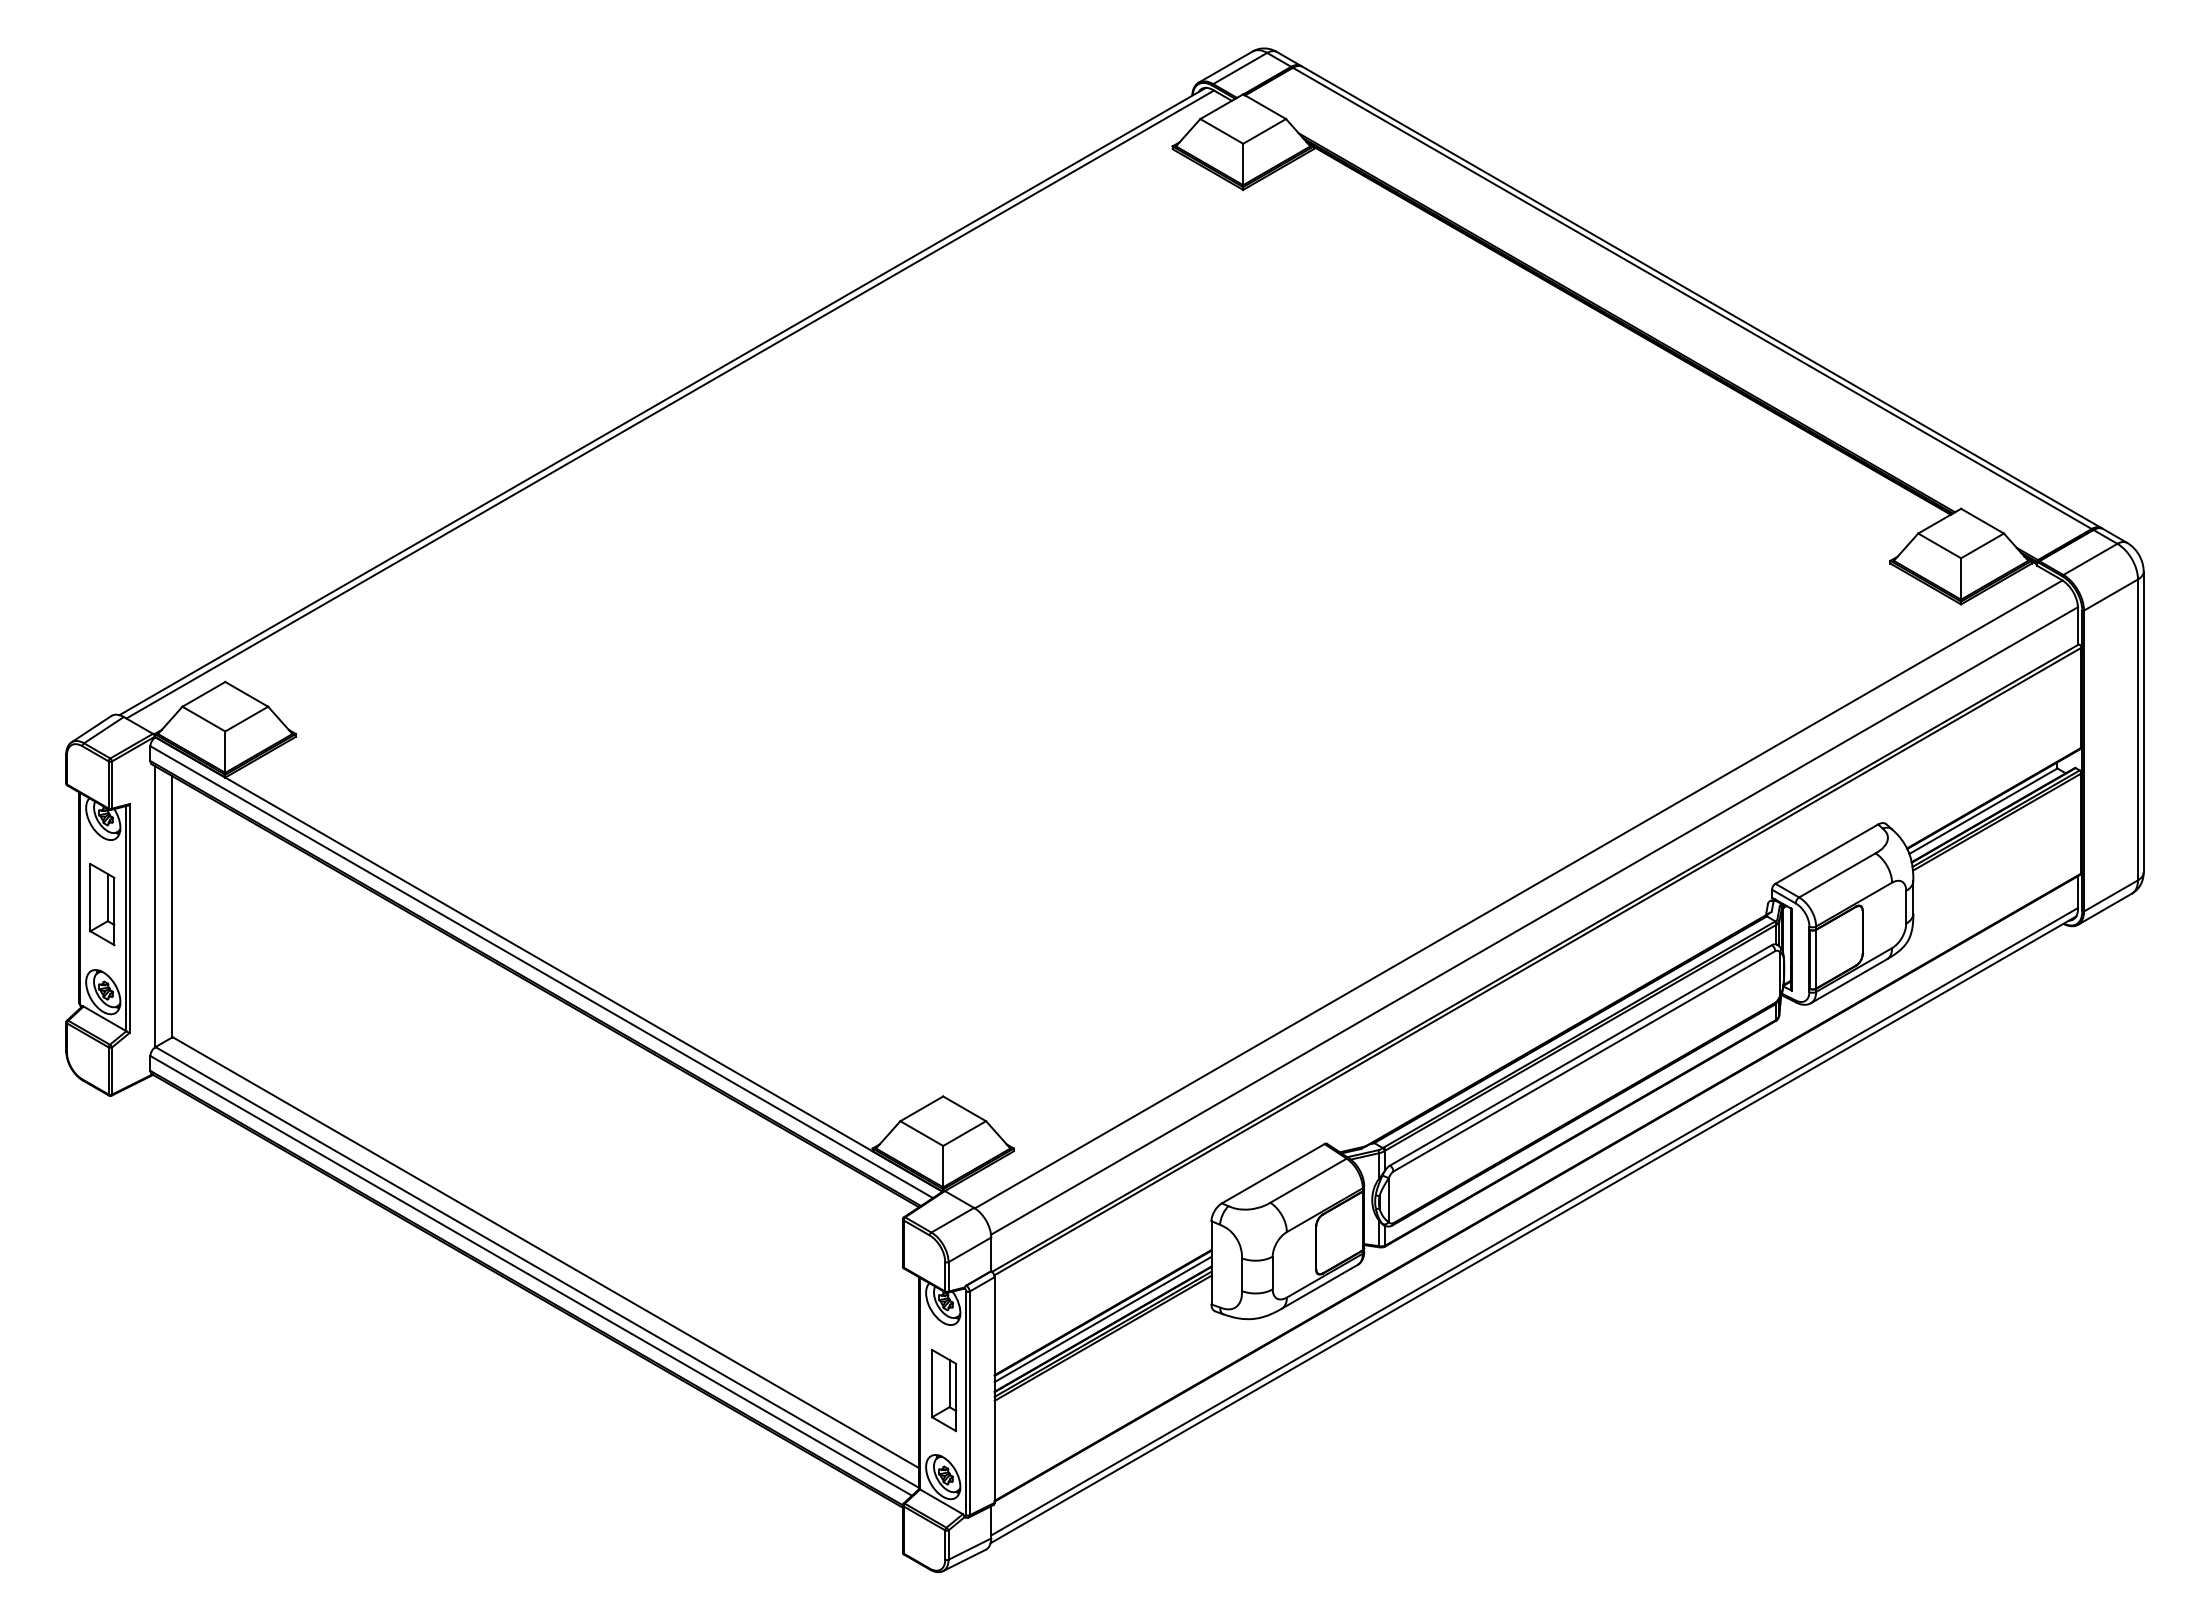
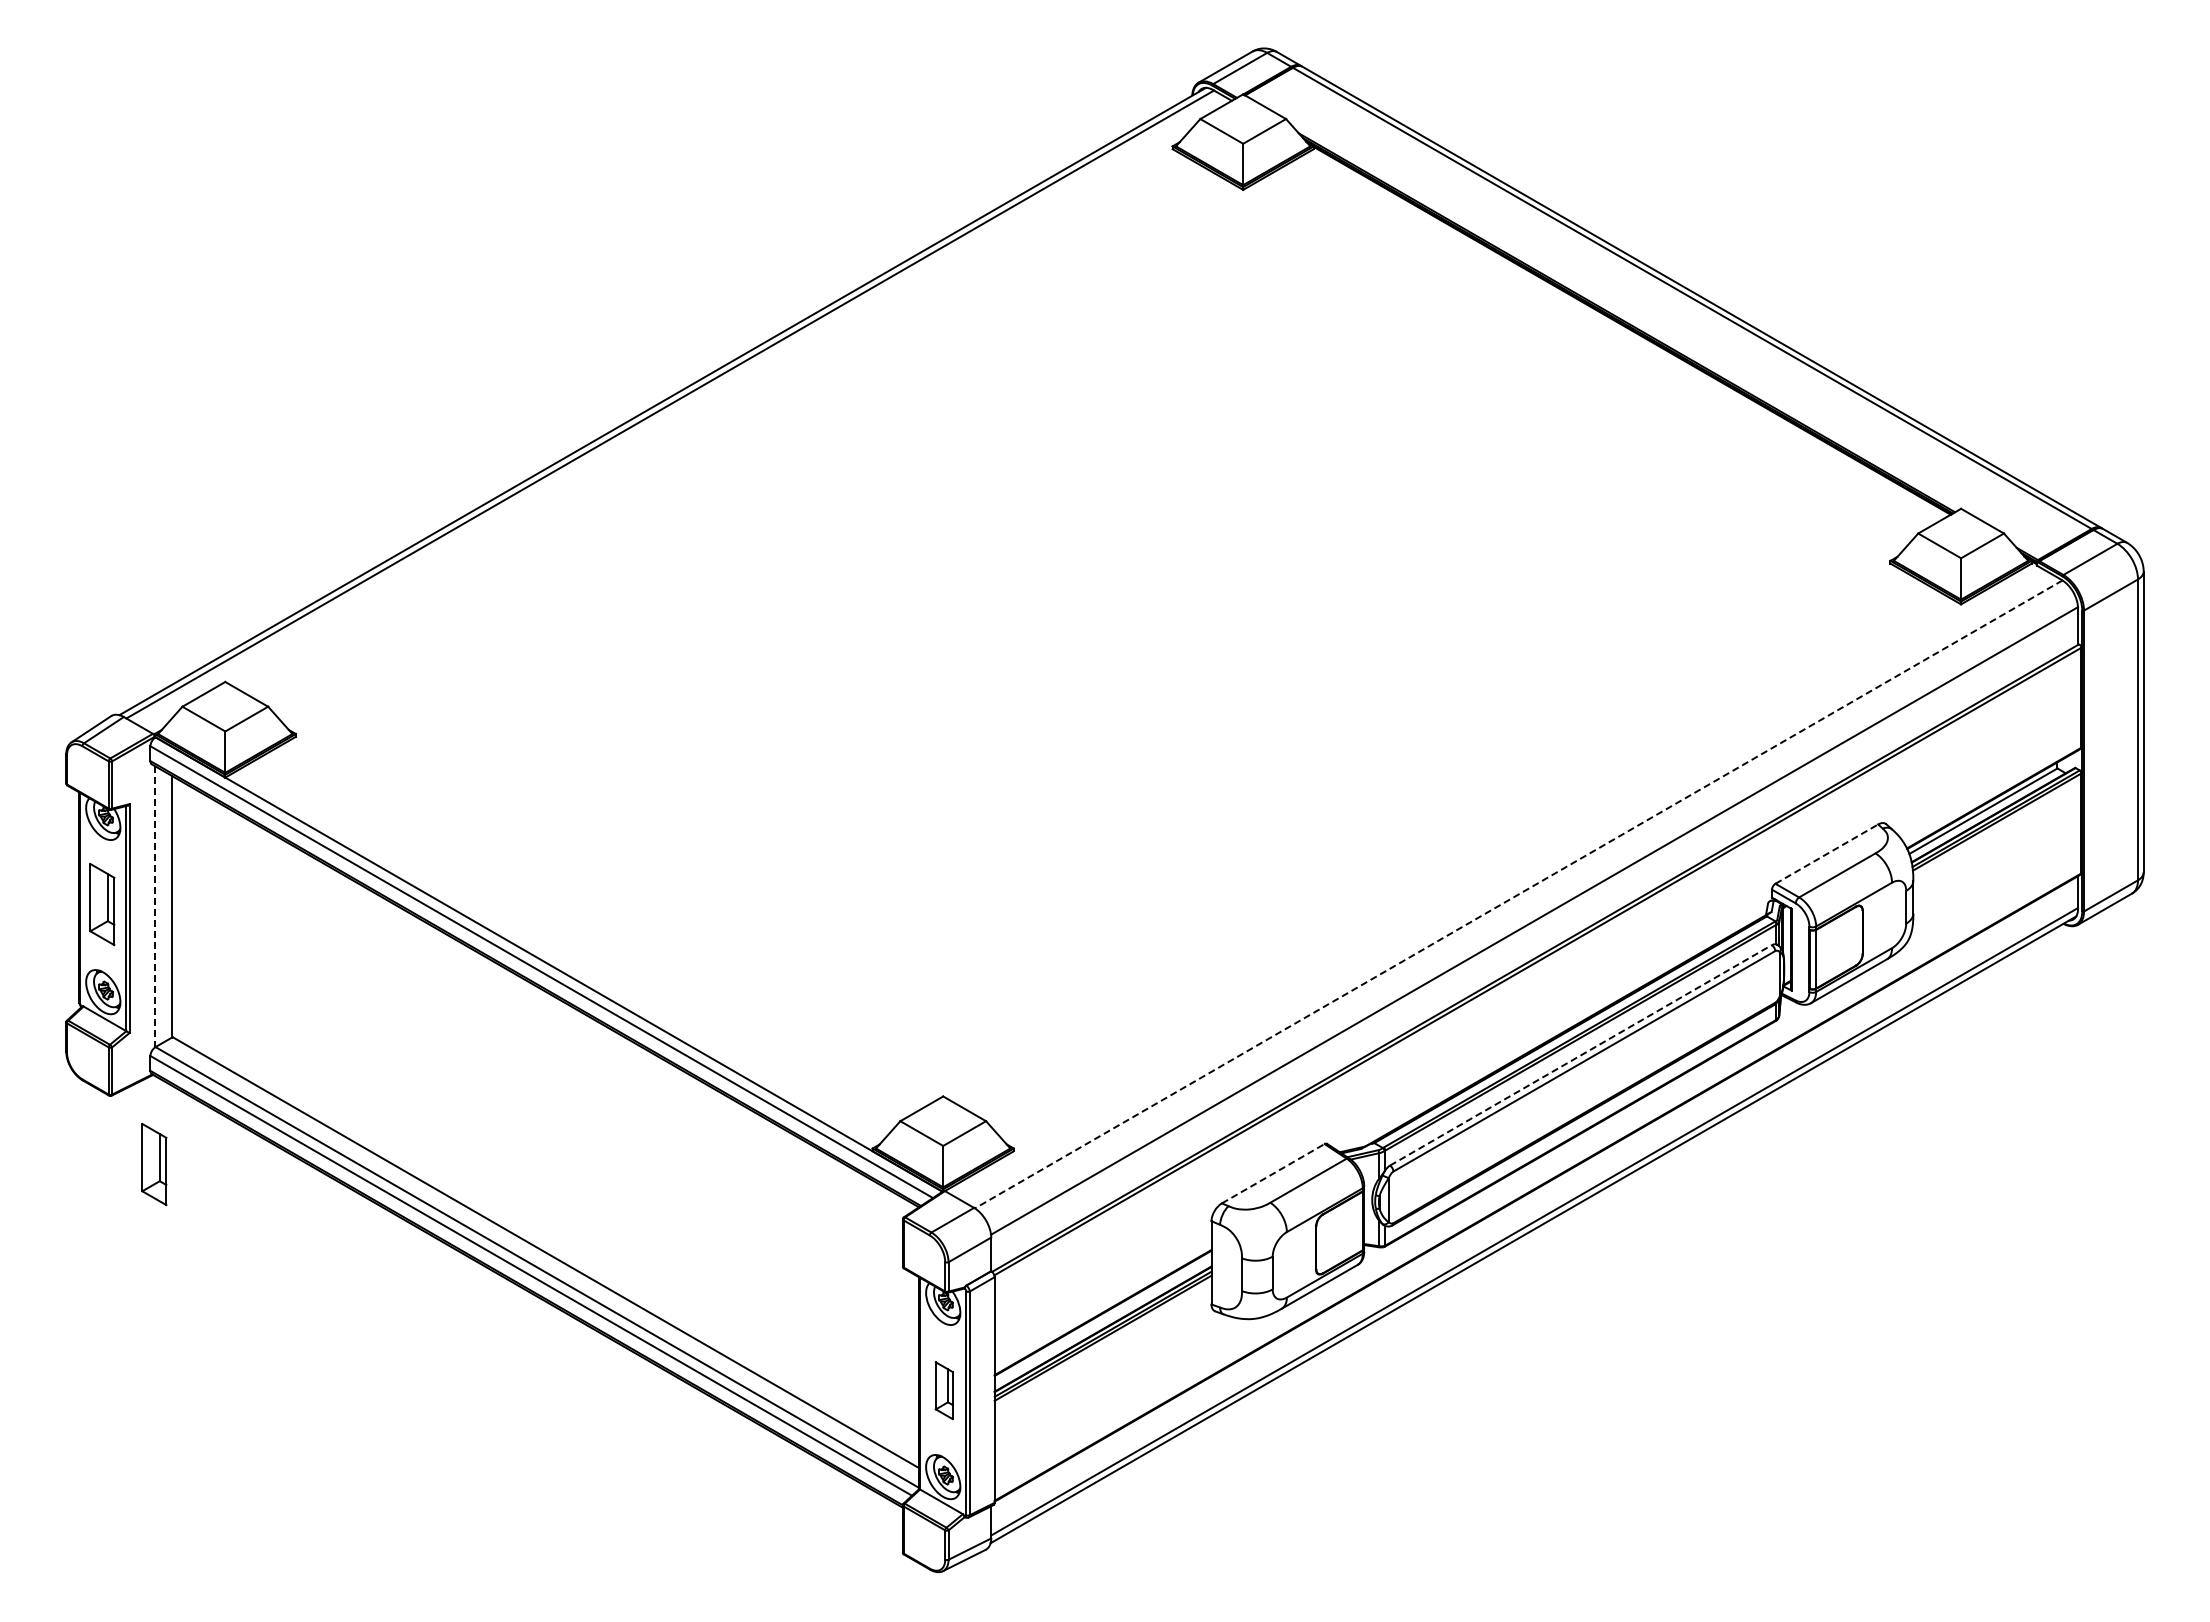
line at (1827, 853): solid -> dashed
line at (1518, 894): solid -> dashed
line at (154, 906): solid -> dashed
line at (1581, 1055): solid -> dashed
part at (154, 1164): none -> present
line at (1273, 1173): solid -> dashed
line at (1102, 1319): present -> none
part at (944, 1390) size: 27x84 px -> 20x60 px
